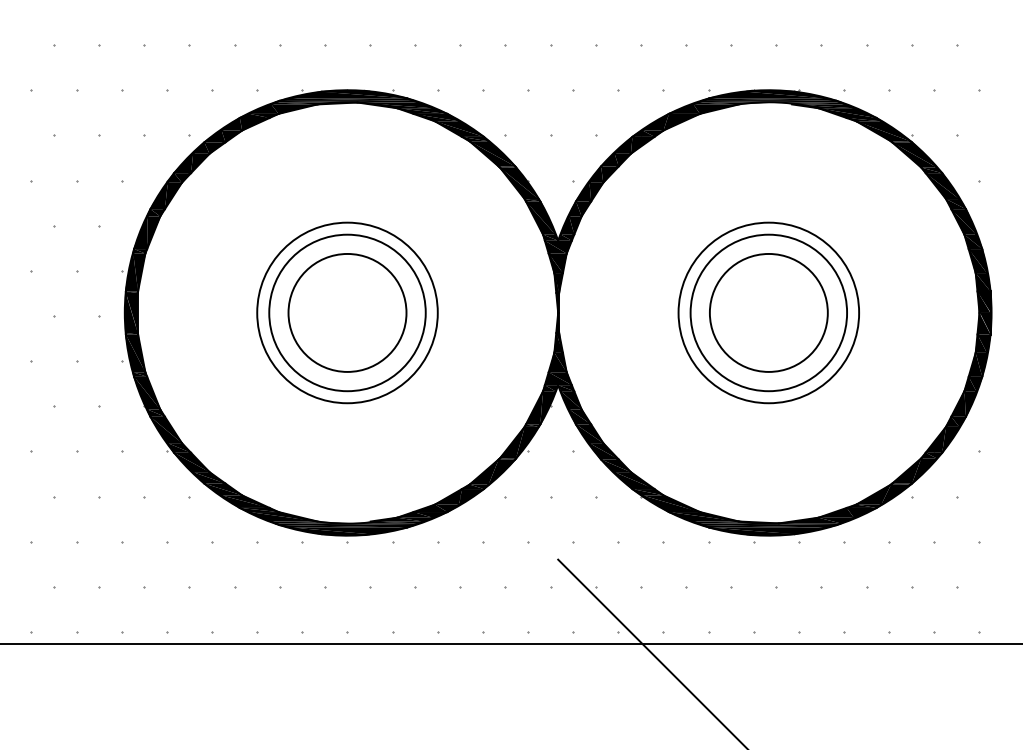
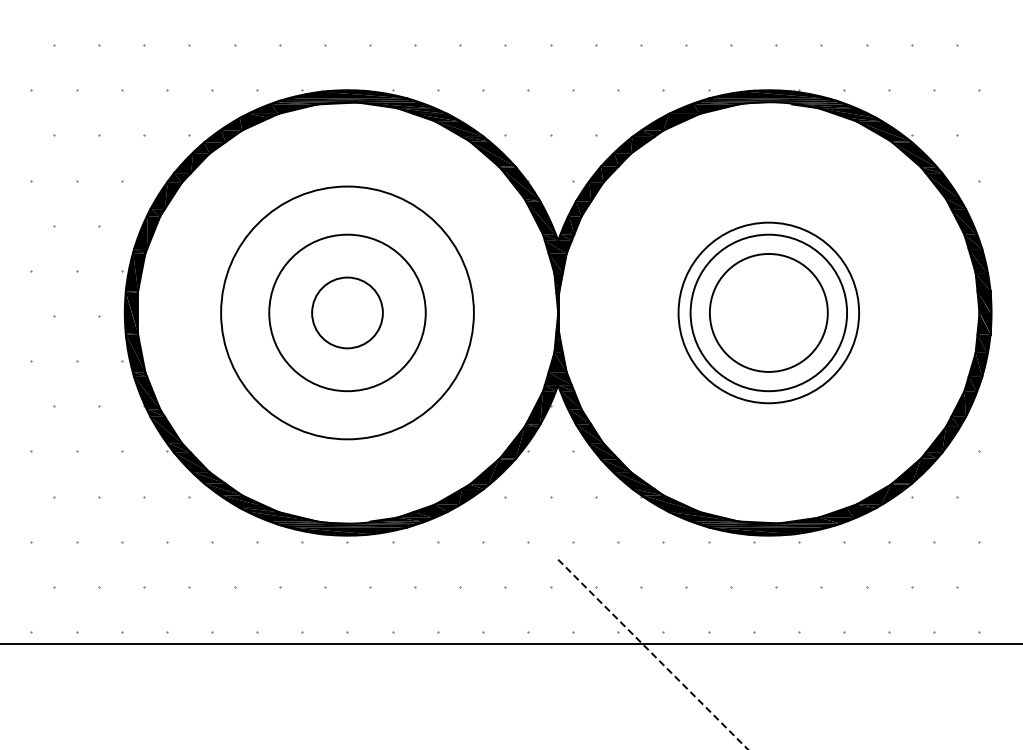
circle at (347, 312) diameter: 118 px -> 71 px
circle at (347, 312) diameter: 181 px -> 253 px
line at (653, 655): solid -> dashed
